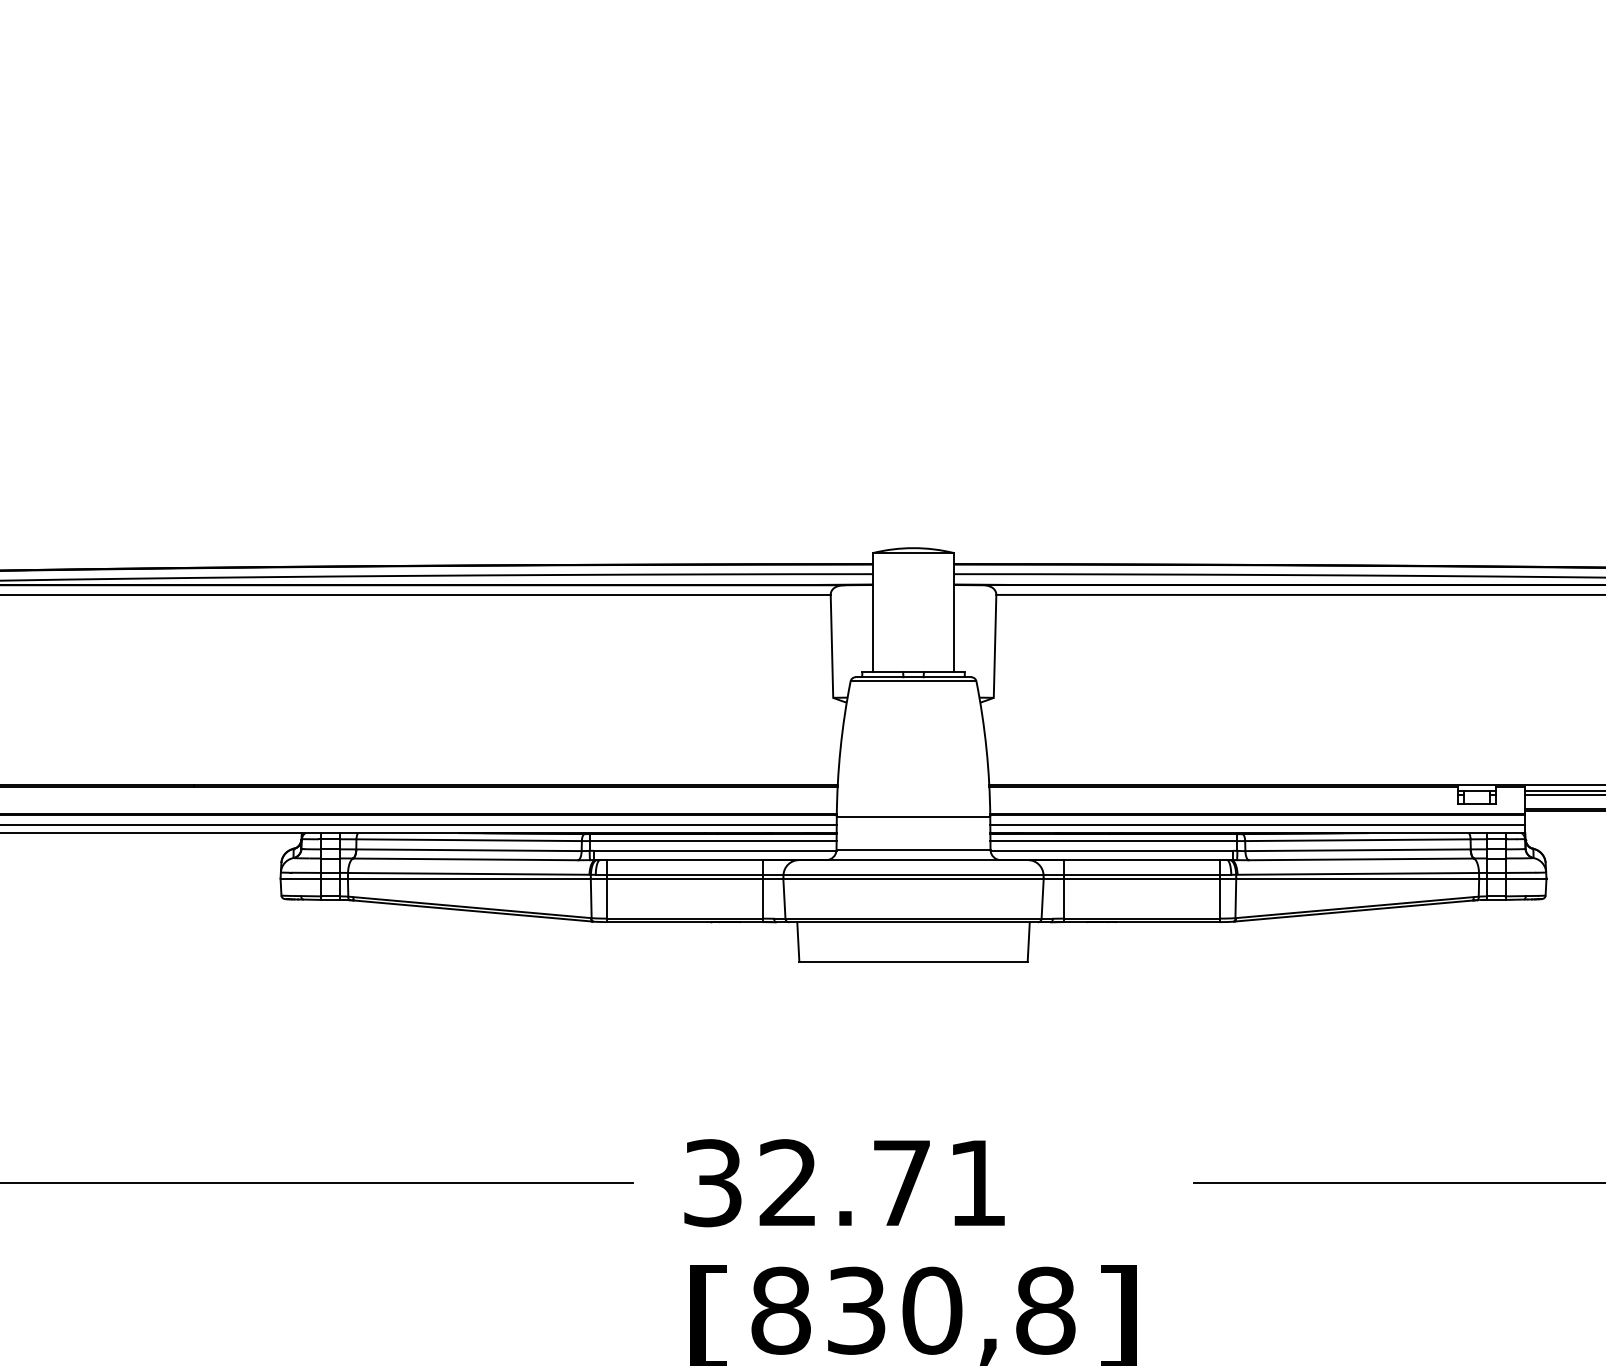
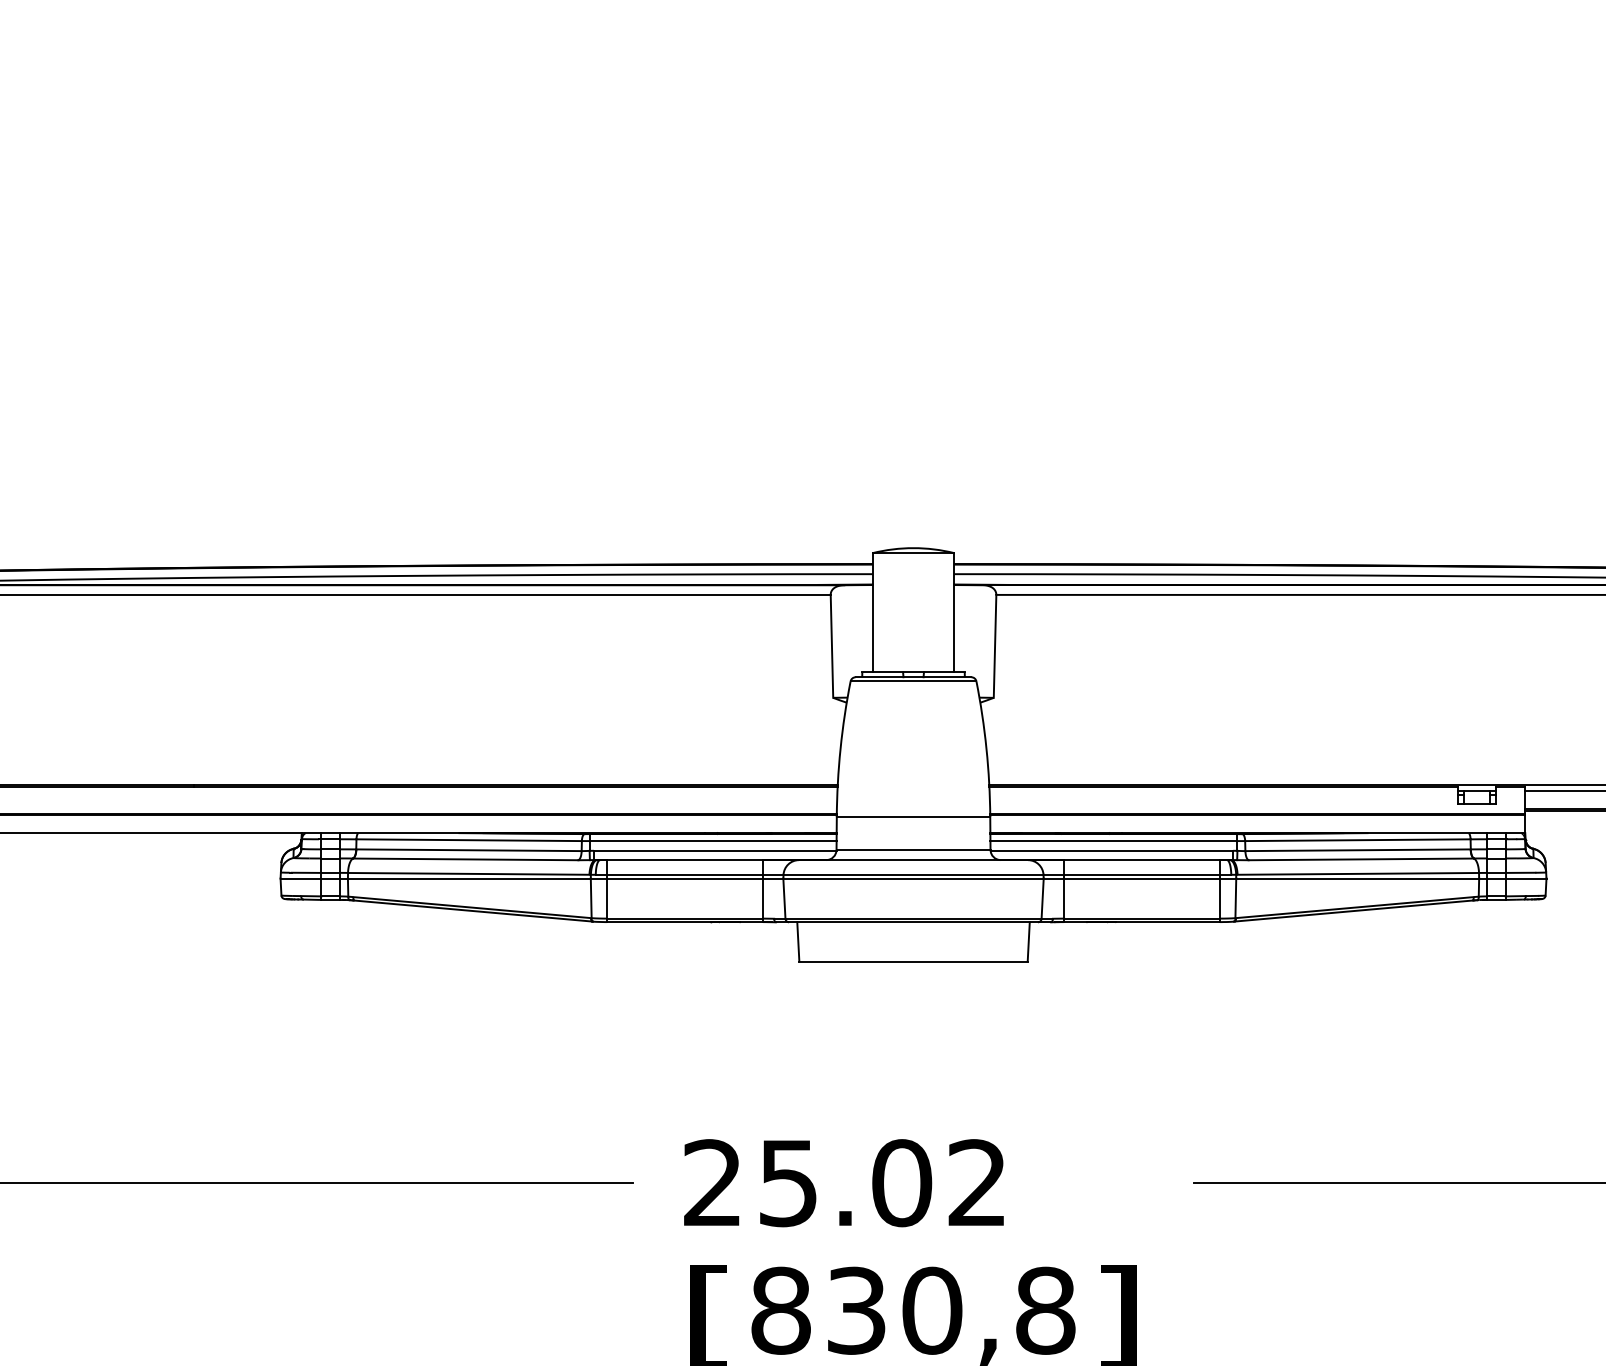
line at (1563, 794): present -> none
line at (419, 825): present -> none
line at (1257, 825): present -> none
text at (844, 1183): 32.71 -> 25.02
